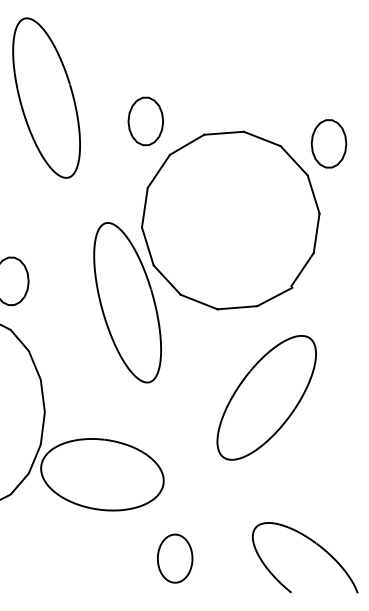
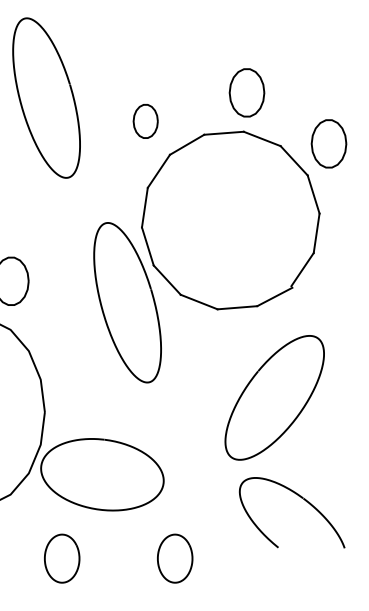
part at (246, 92): none -> present
part at (145, 121) size: 37x51 px -> 27x35 px
curve at (242, 383) position: (242, 383) -> (250, 383)
part at (314, 543) position: (314, 543) -> (301, 498)
curve at (78, 558): none -> present
